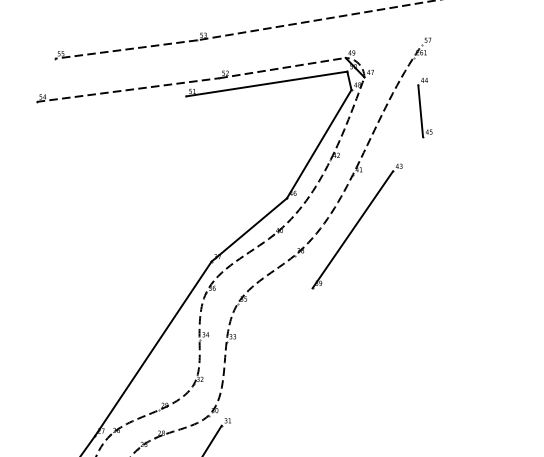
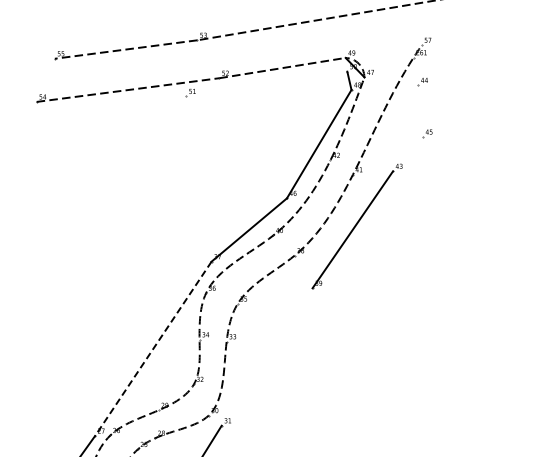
line at (266, 83): present -> none
line at (420, 111): present -> none
line at (153, 348): solid -> dashed
